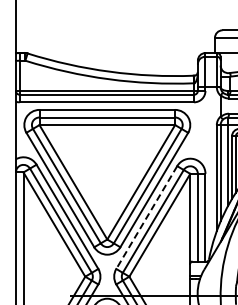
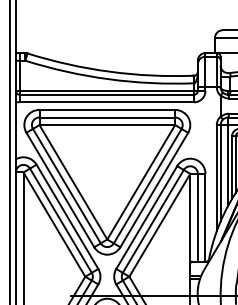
line at (9, 151): none -> present
line at (146, 217): dashed -> solid
